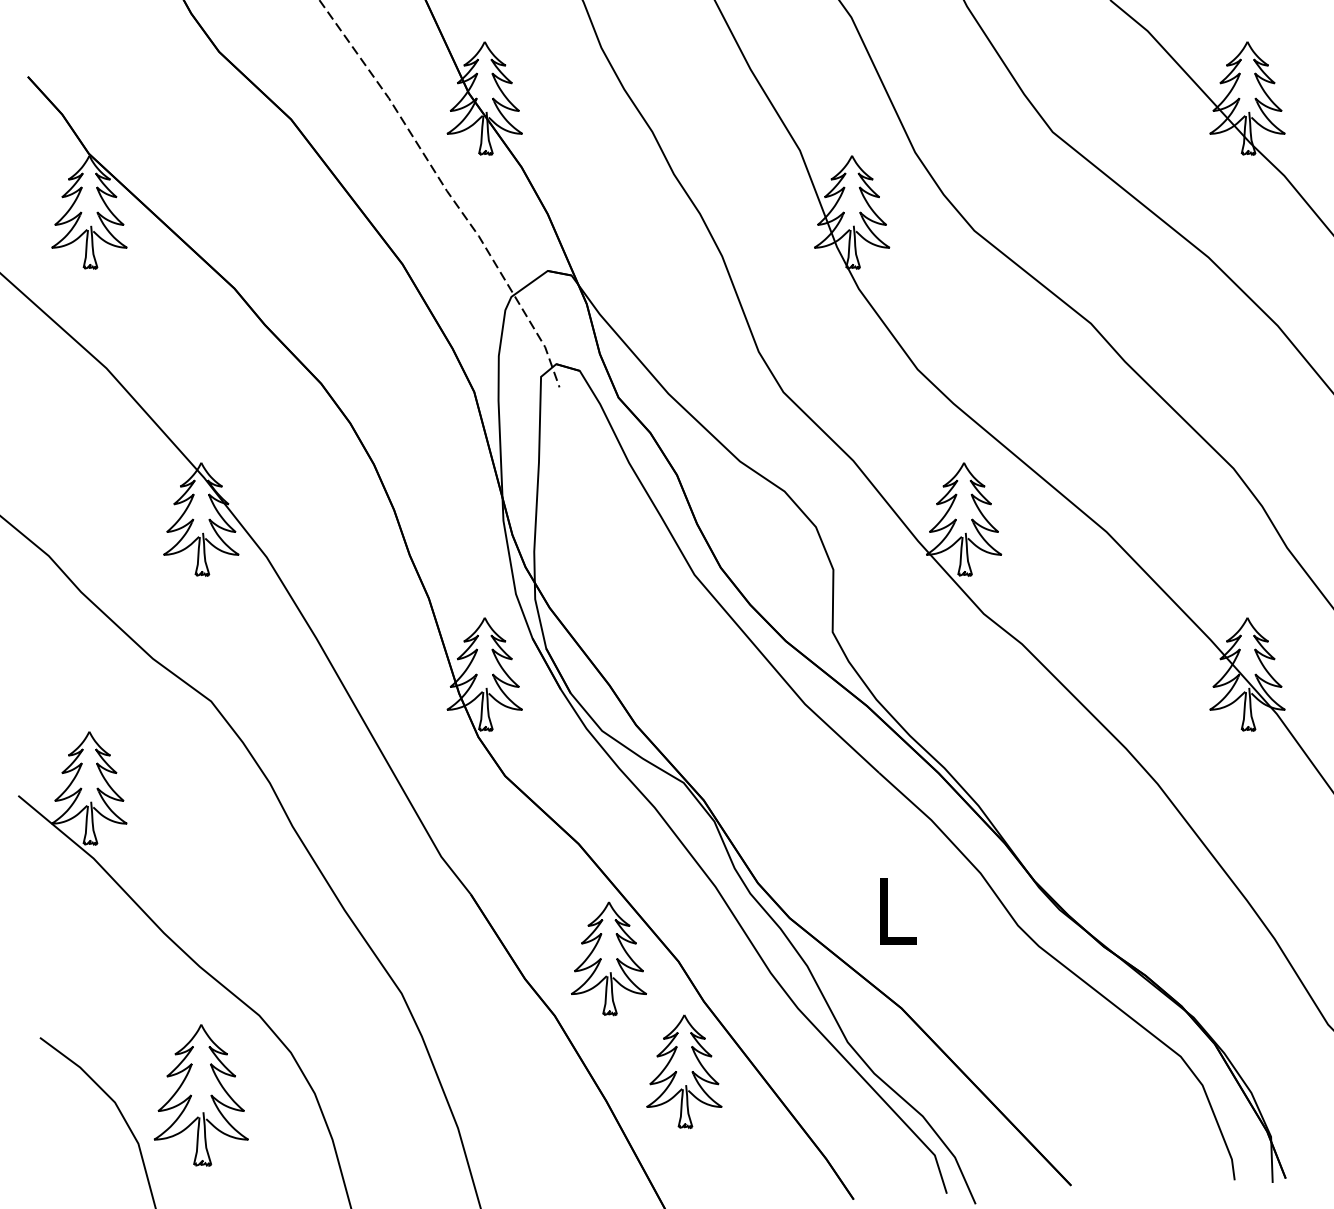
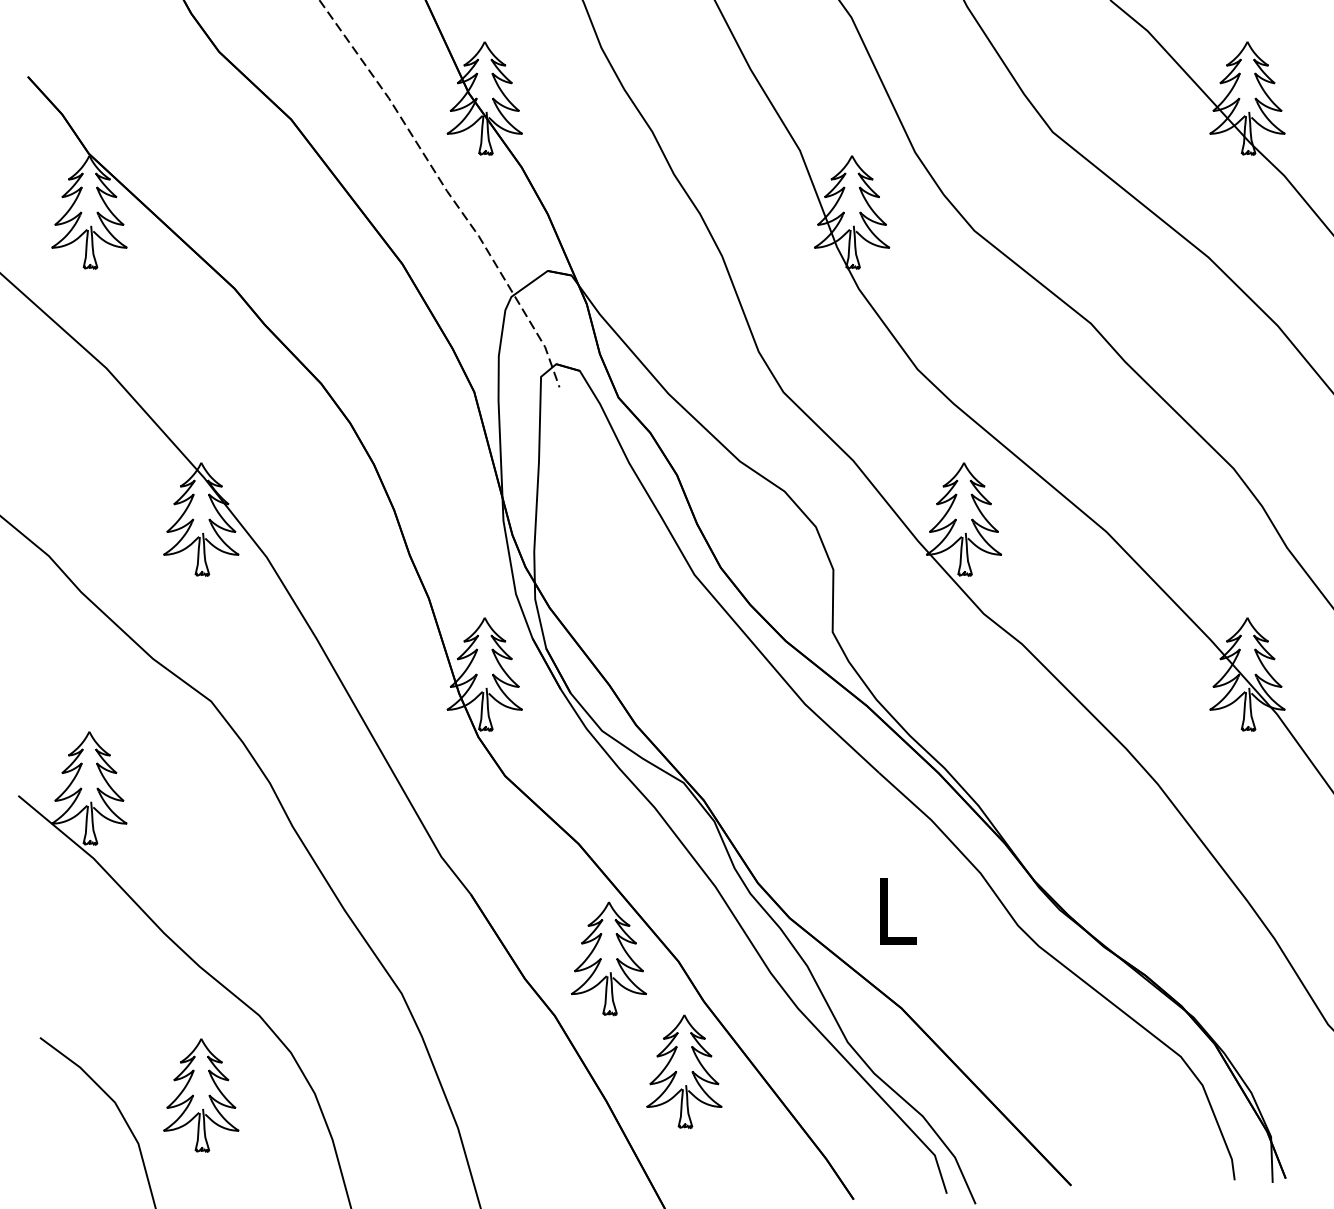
part at (200, 1095) size: 96x143 px -> 77x115 px
